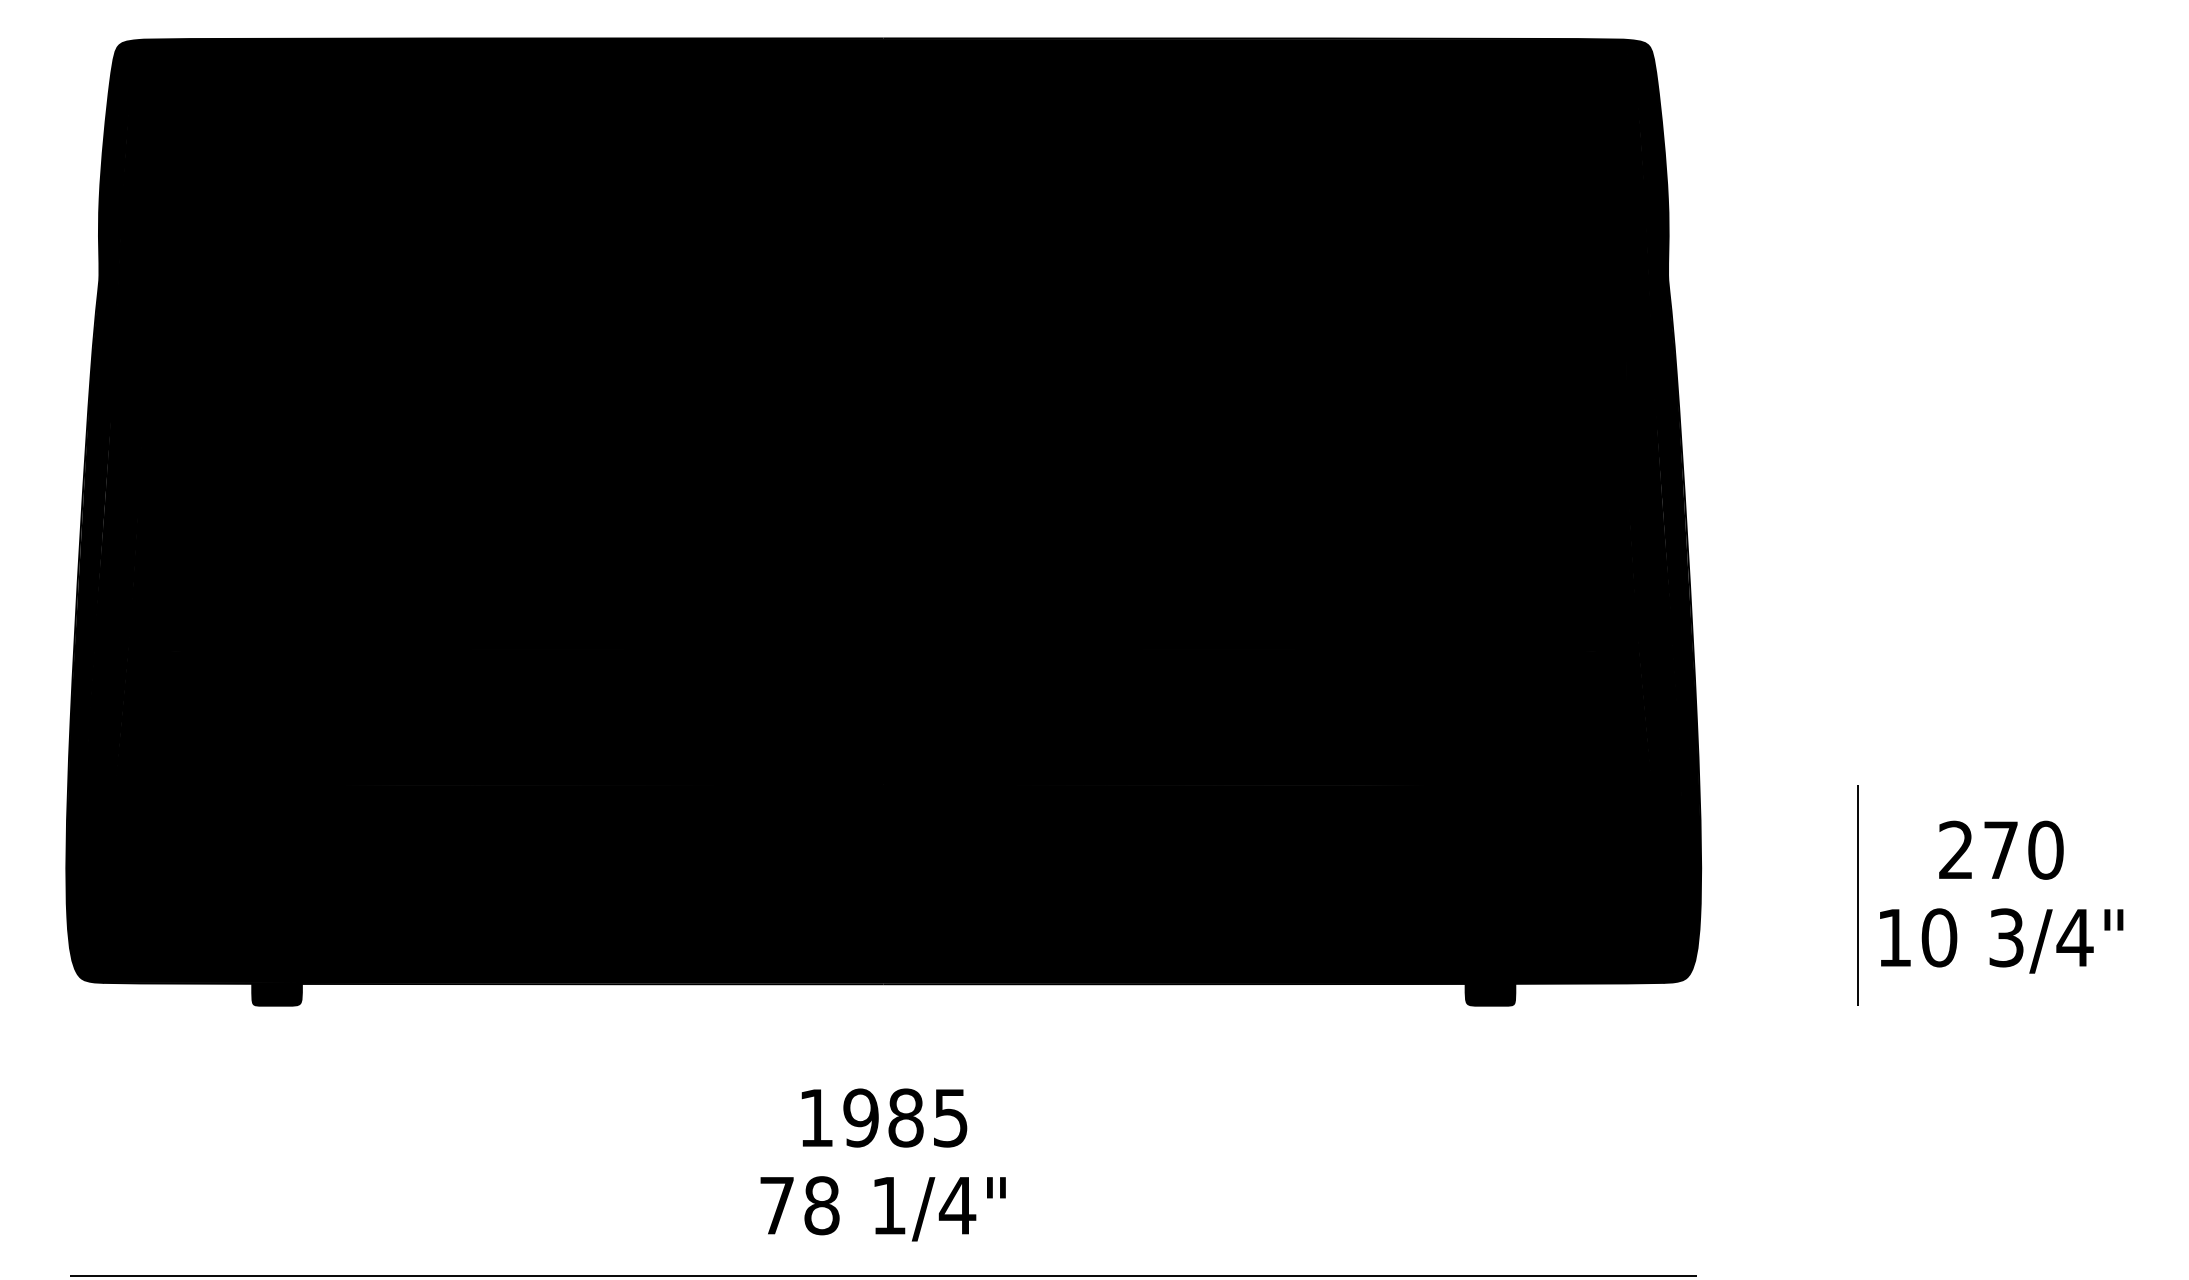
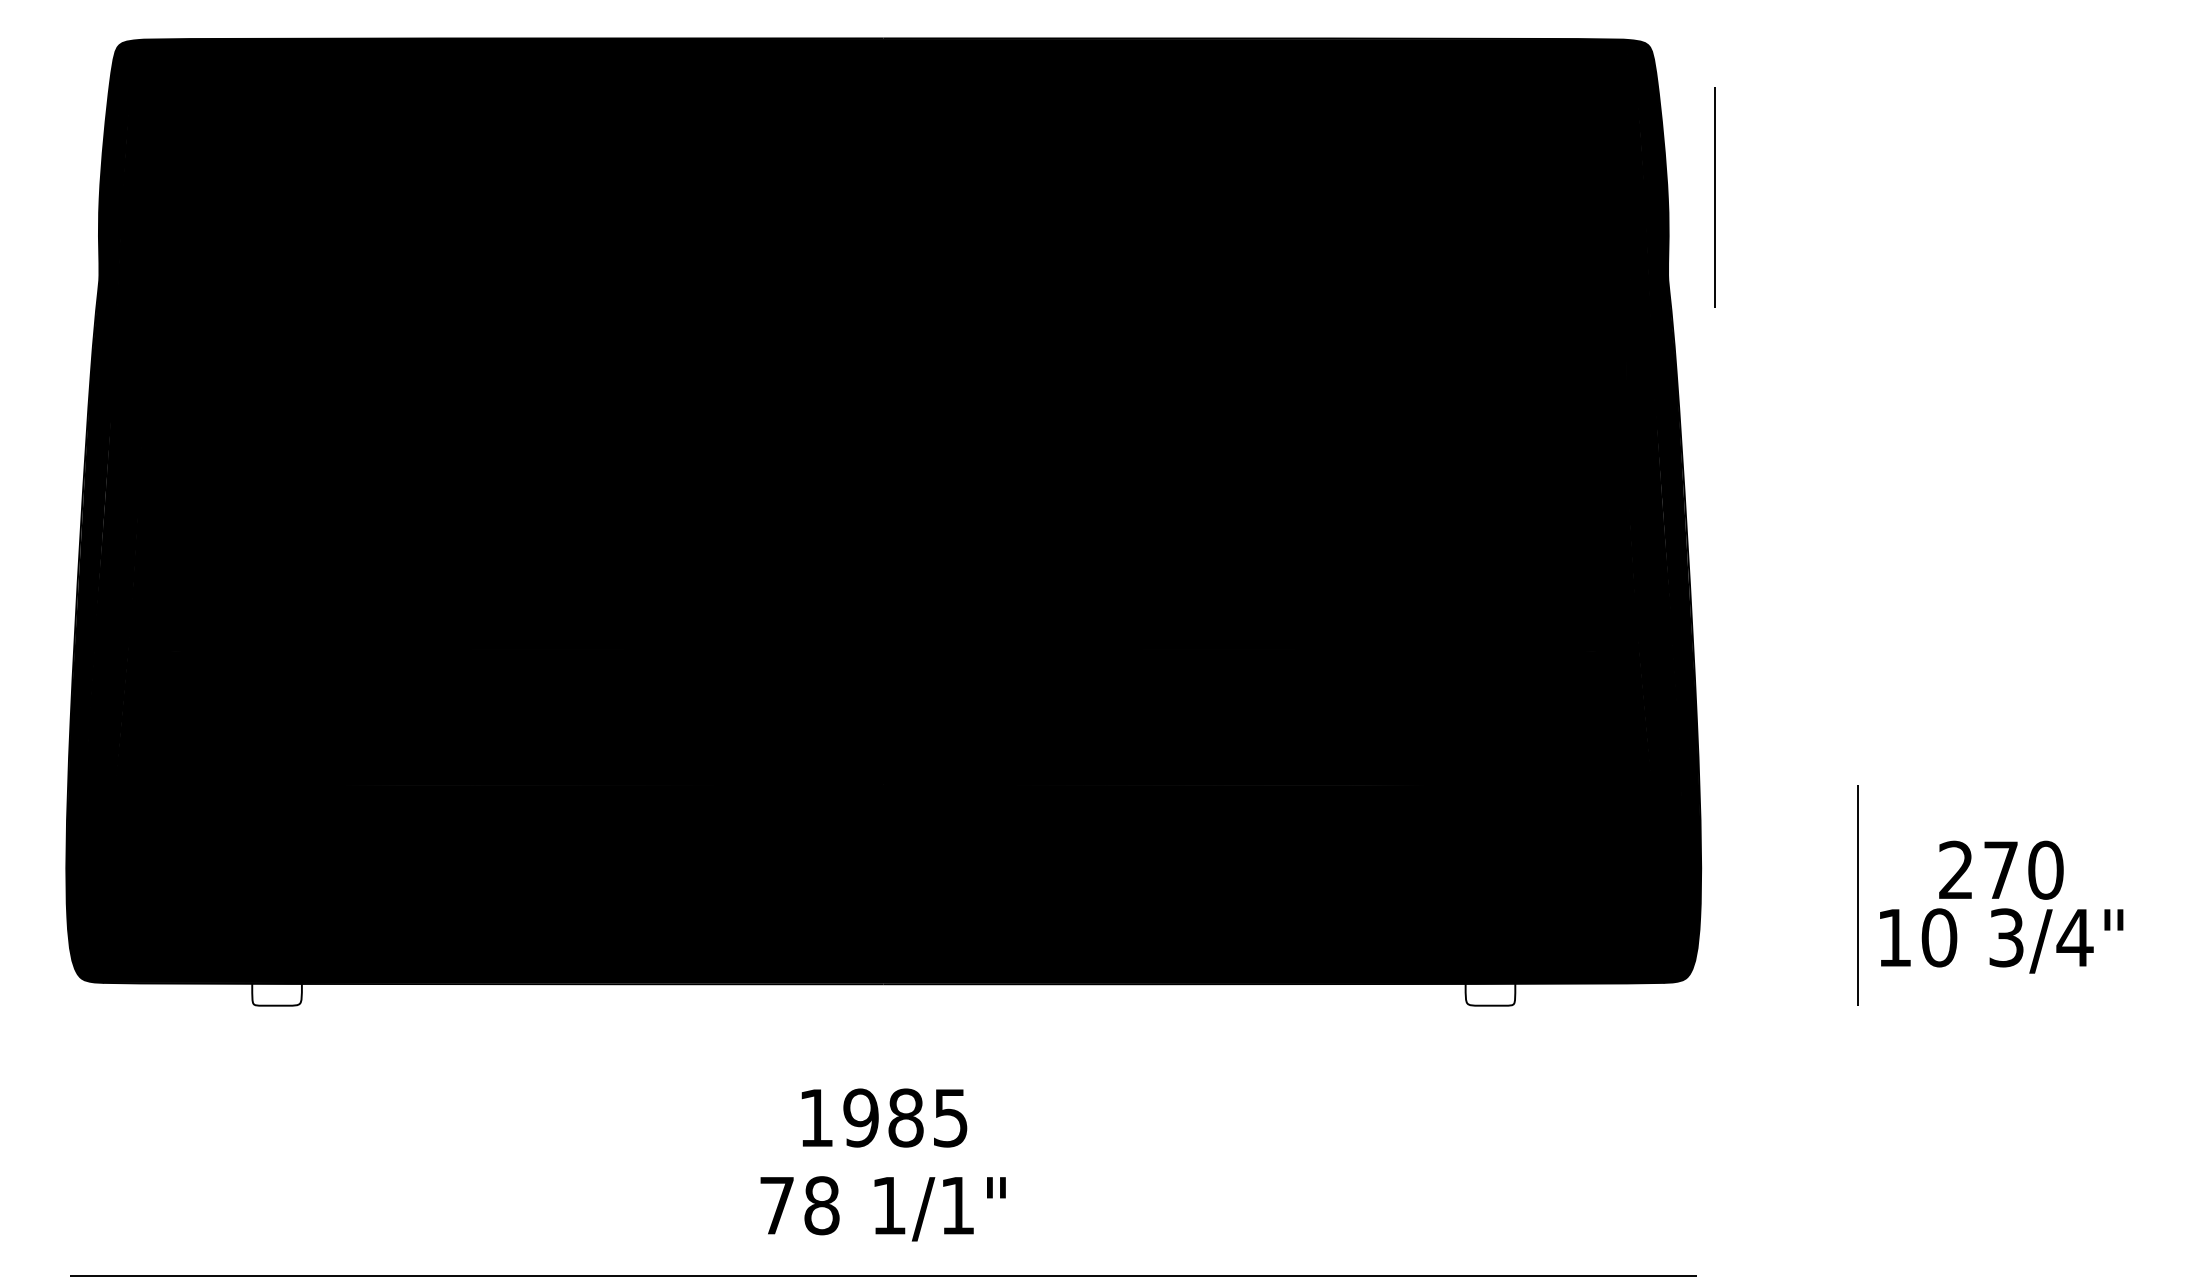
line at (1714, 197): none -> present
text at (2001, 849) position: (2001, 849) -> (2001, 869)
fill at (276, 994): present -> none
fill at (1490, 994): present -> none
text at (957, 1205): 1/4" -> 1/1"
